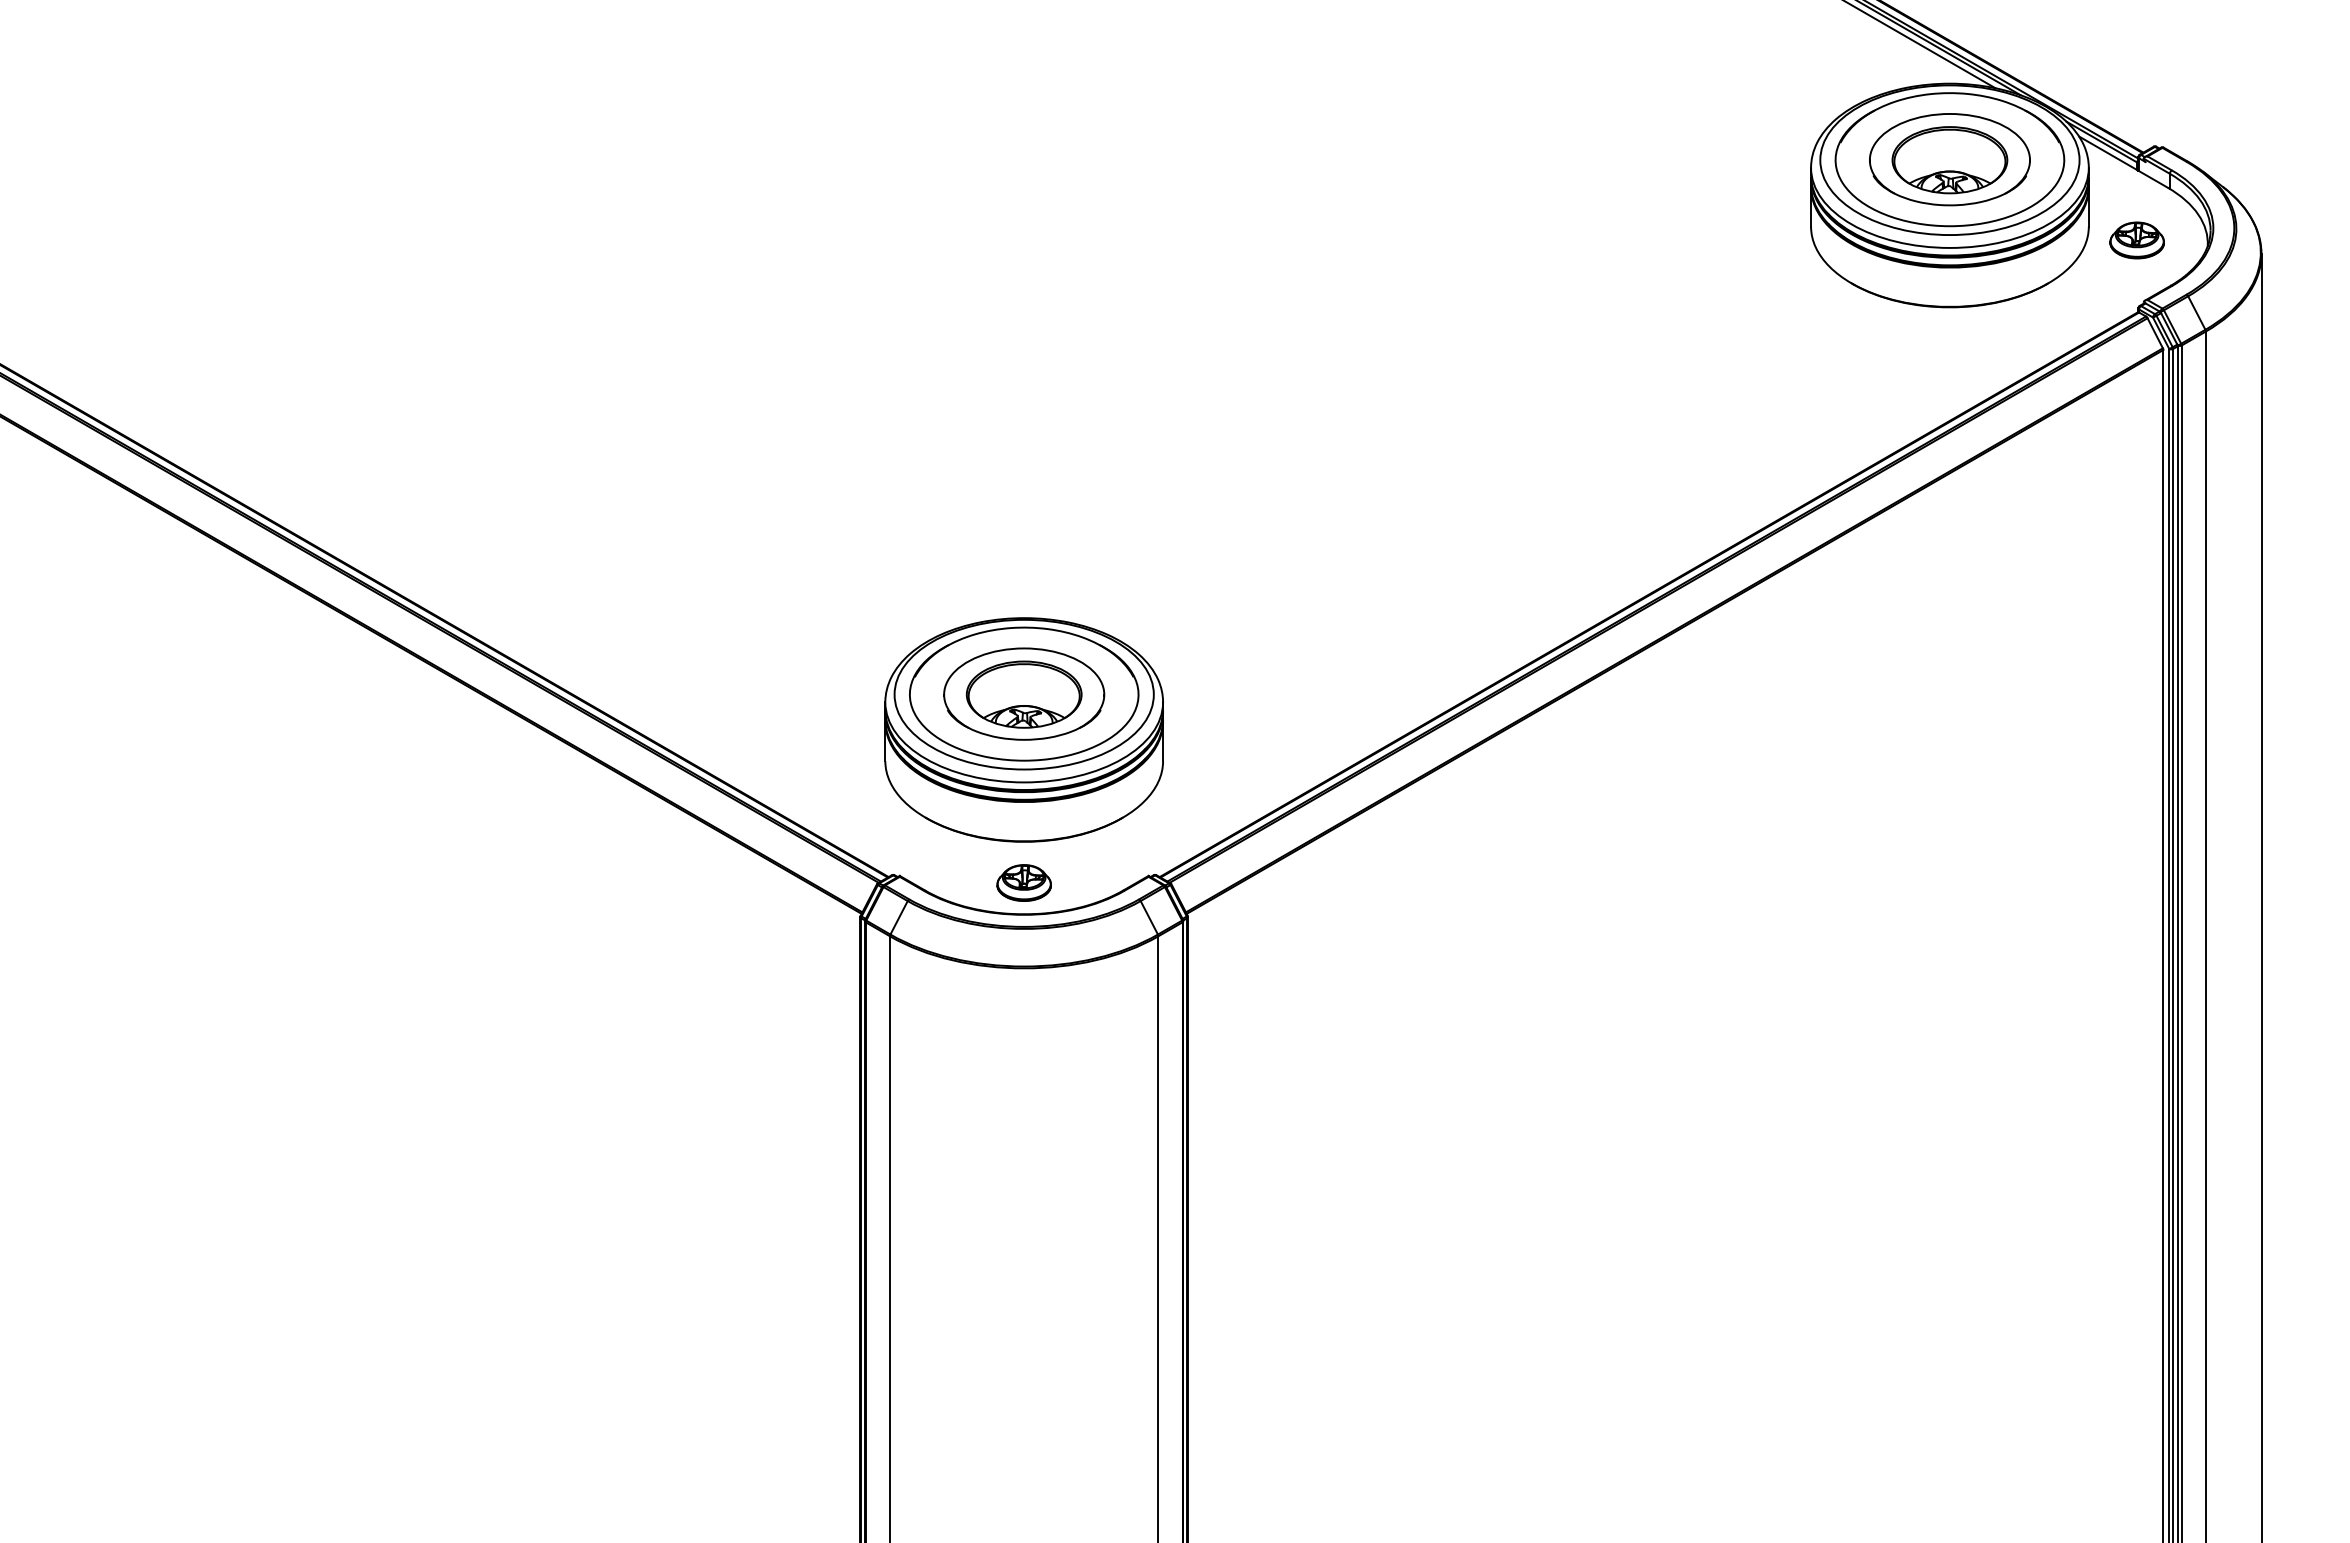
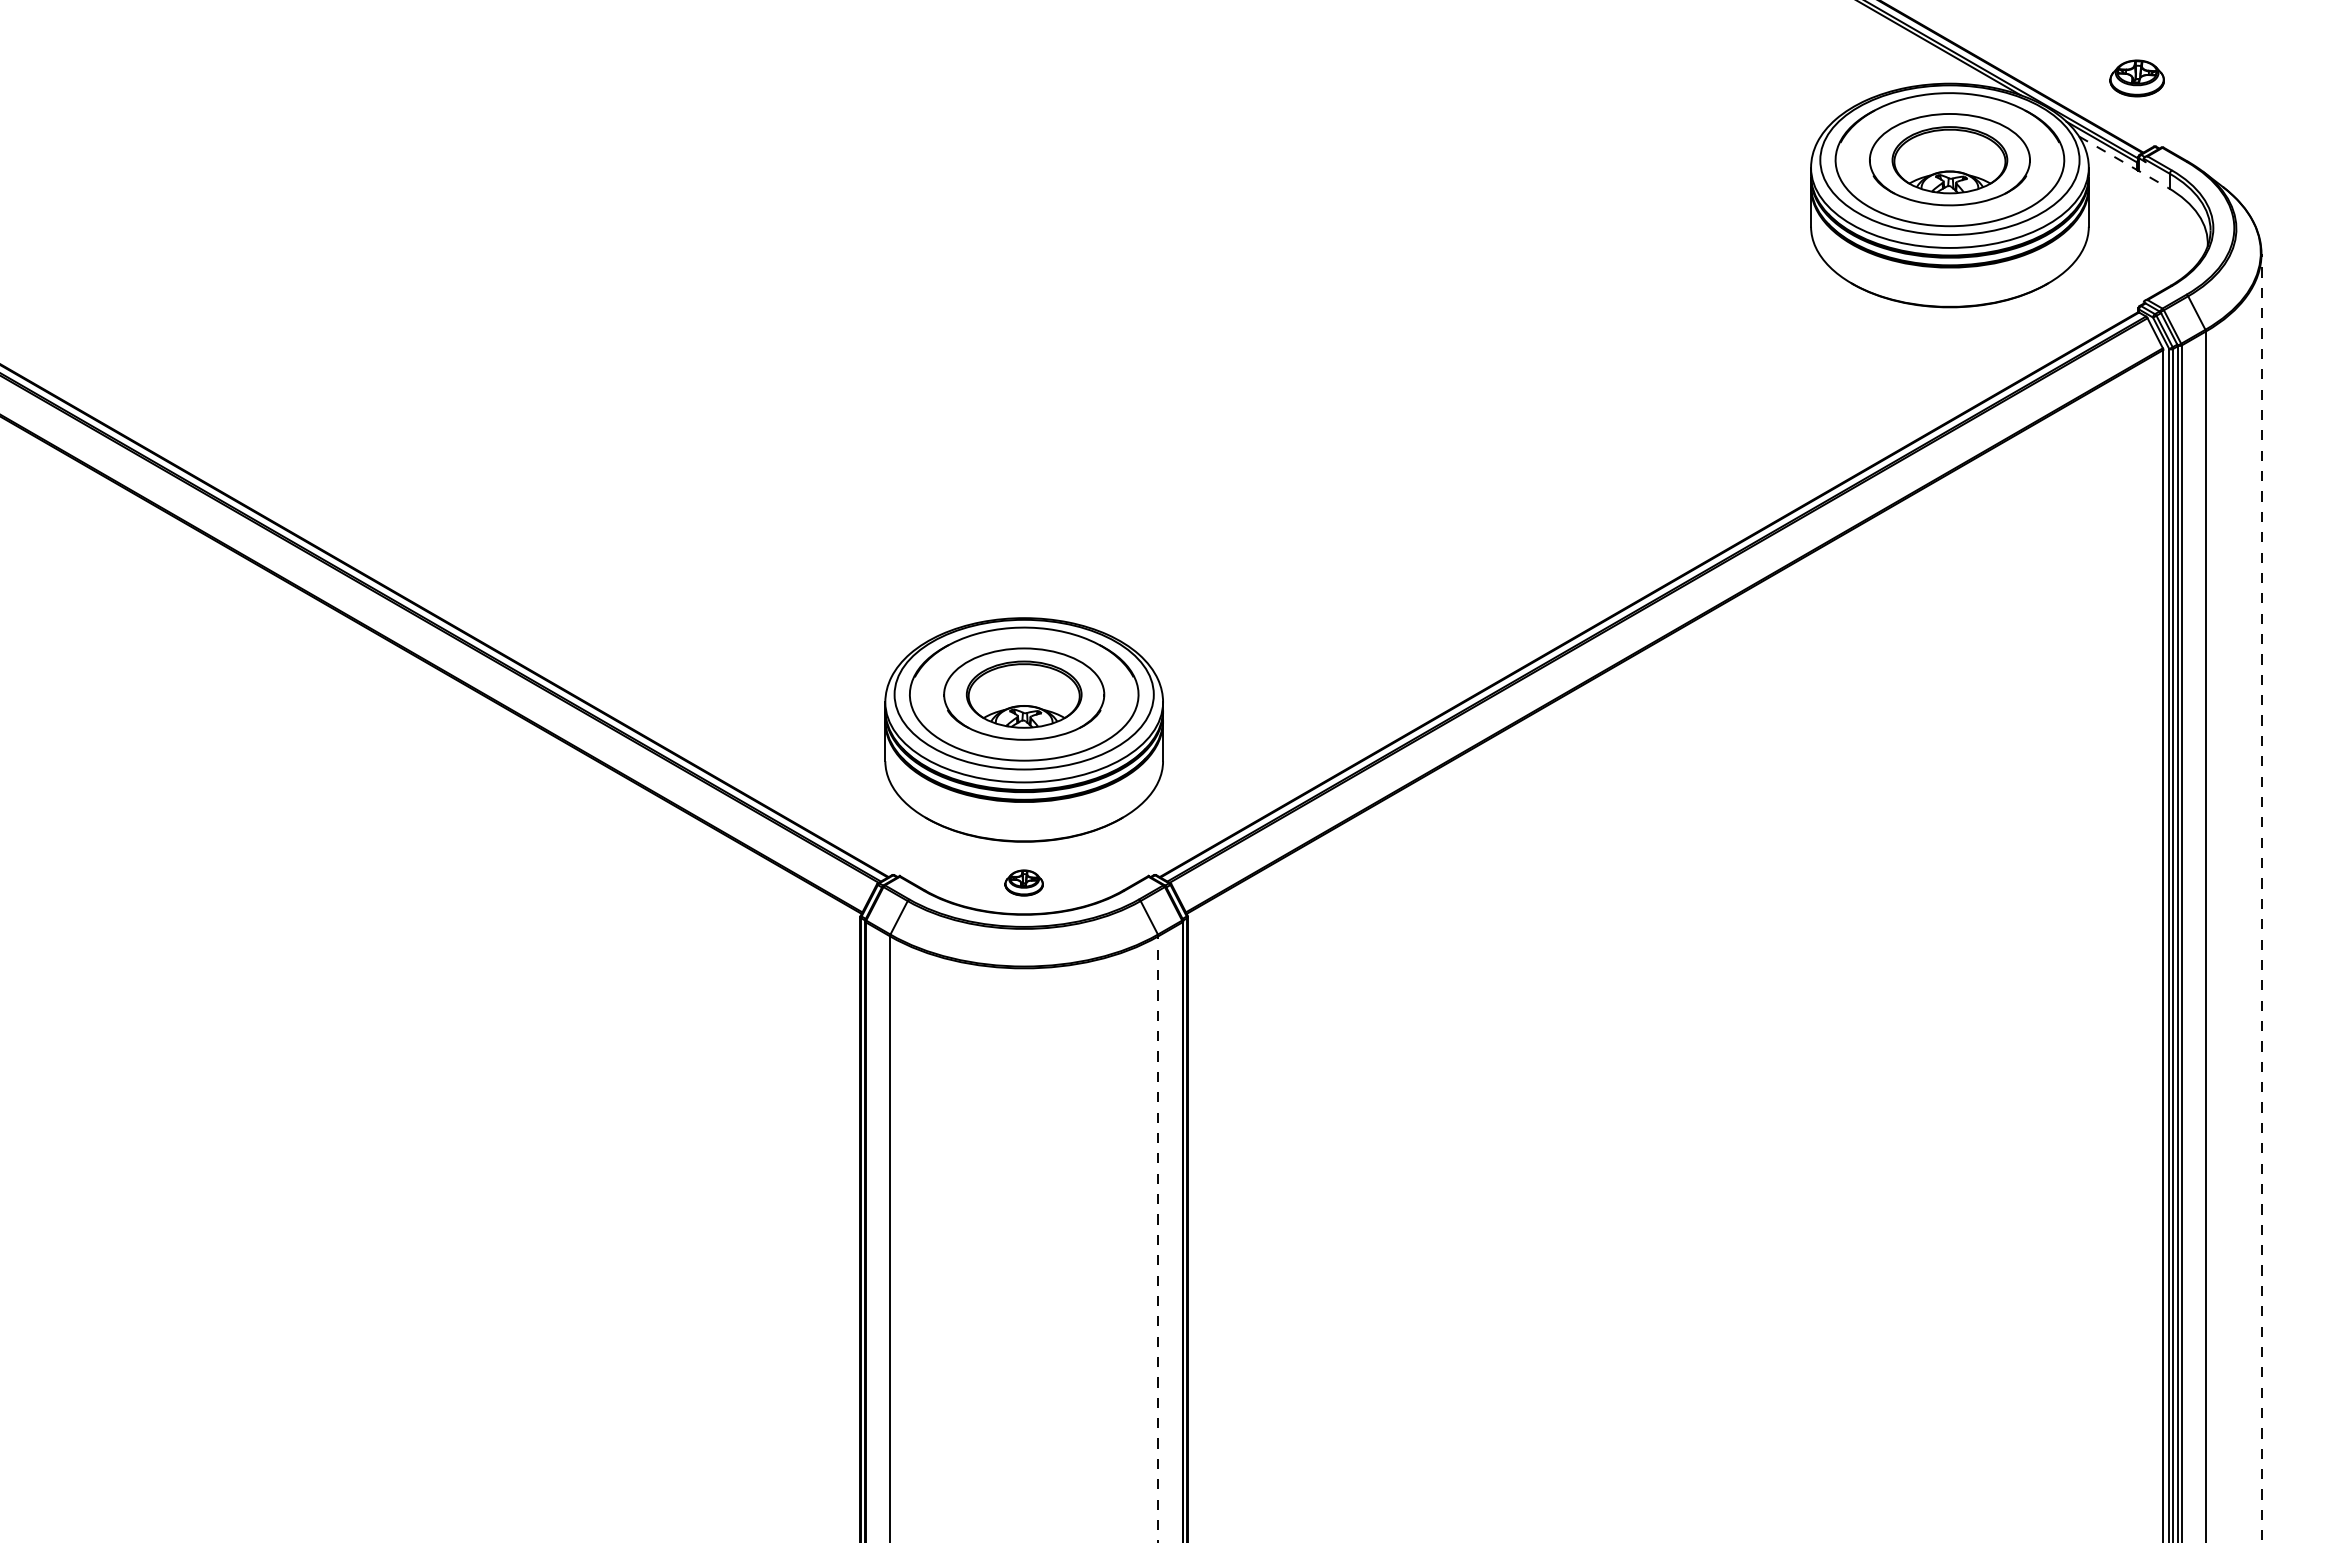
line at (1920, 45): present -> none
line at (2123, 162): solid -> dashed
part at (2136, 240) position: (2136, 240) -> (2136, 78)
part at (1023, 882) size: 56x38 px -> 40x28 px
line at (2261, 897): solid -> dashed
line at (1158, 1239): solid -> dashed
